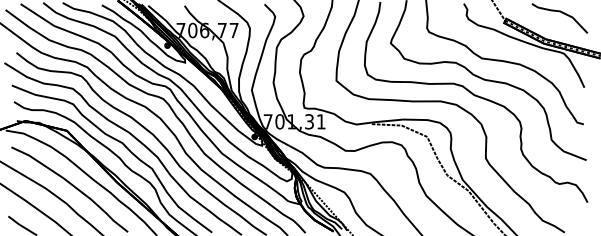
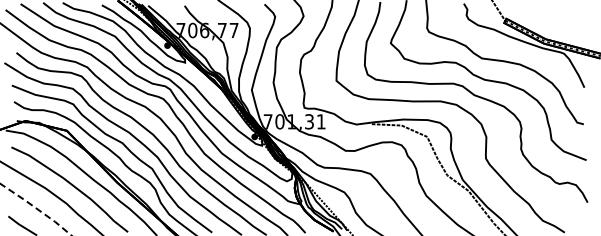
curve at (561, 13): present -> none
line at (36, 208): solid -> dashed
